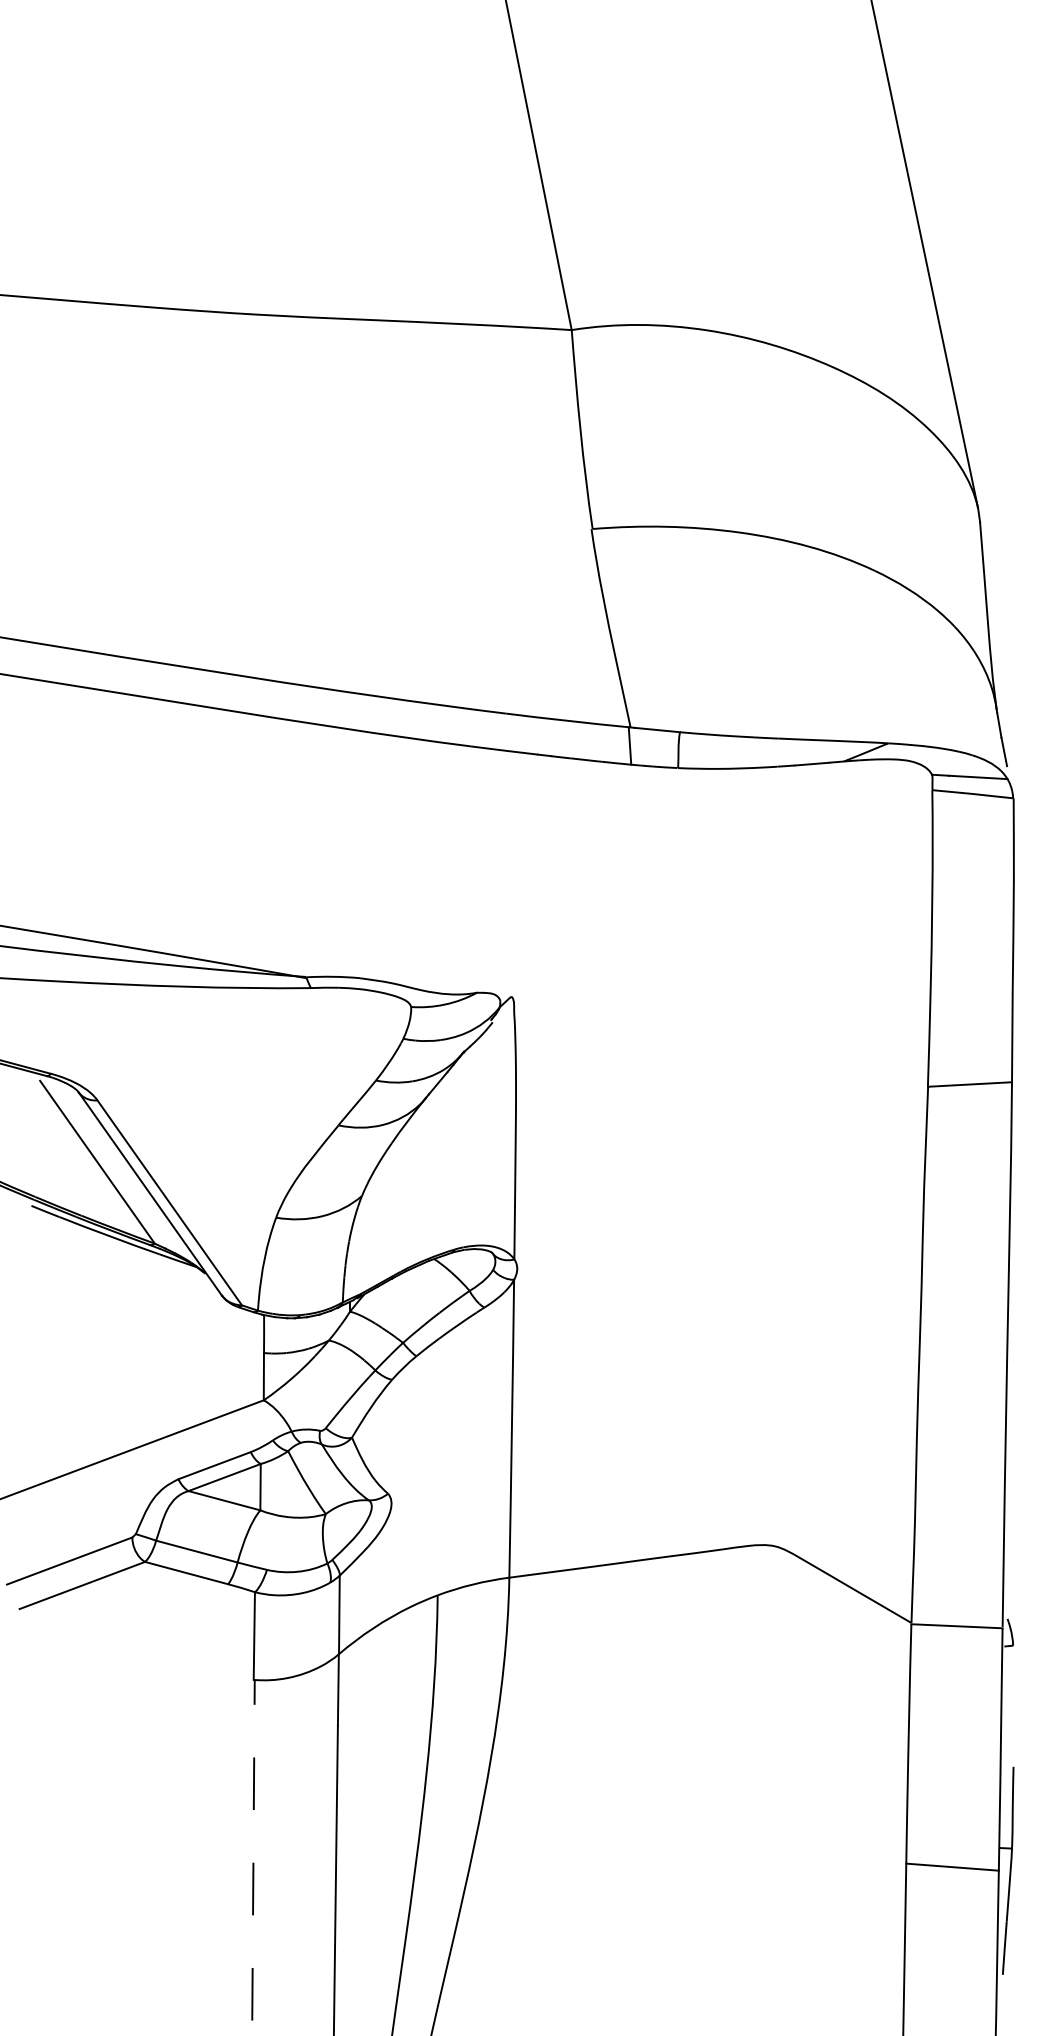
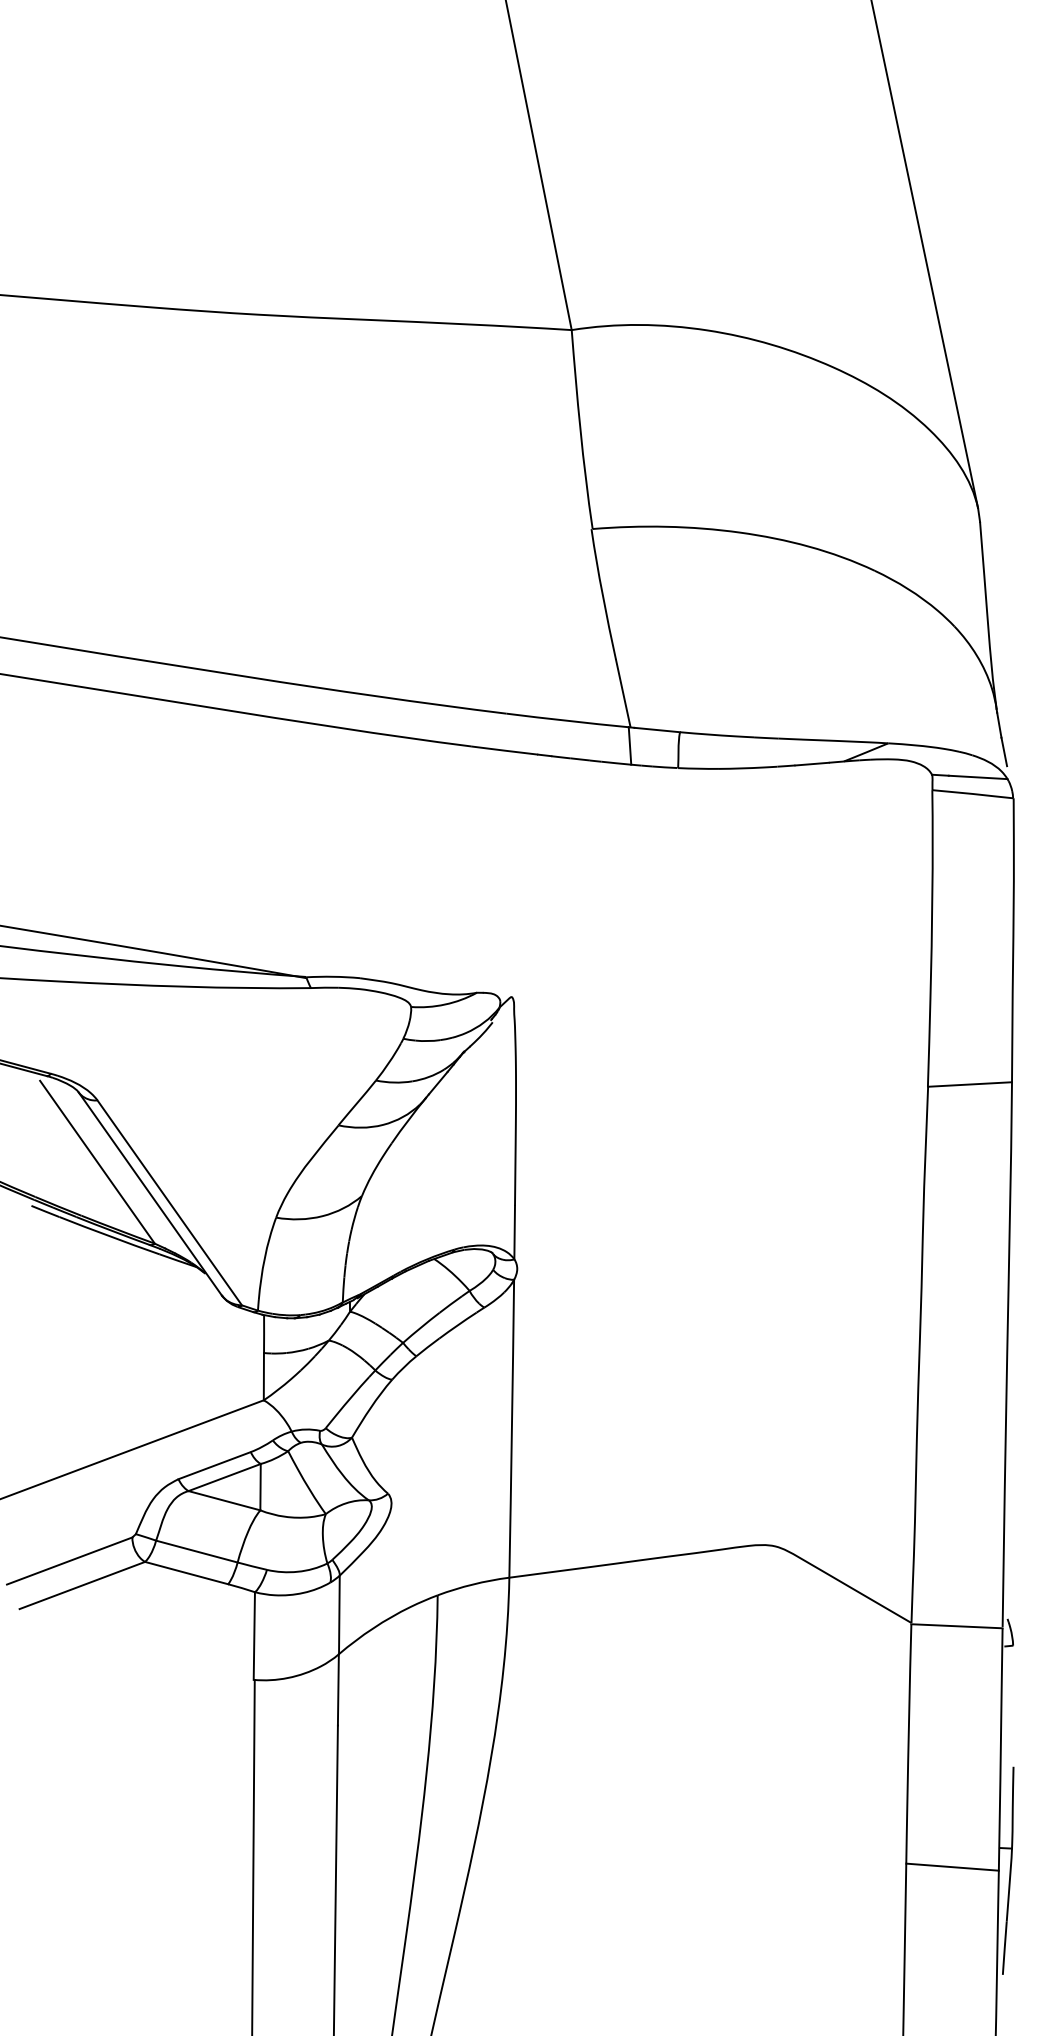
line at (253, 1857): dashed -> solid
